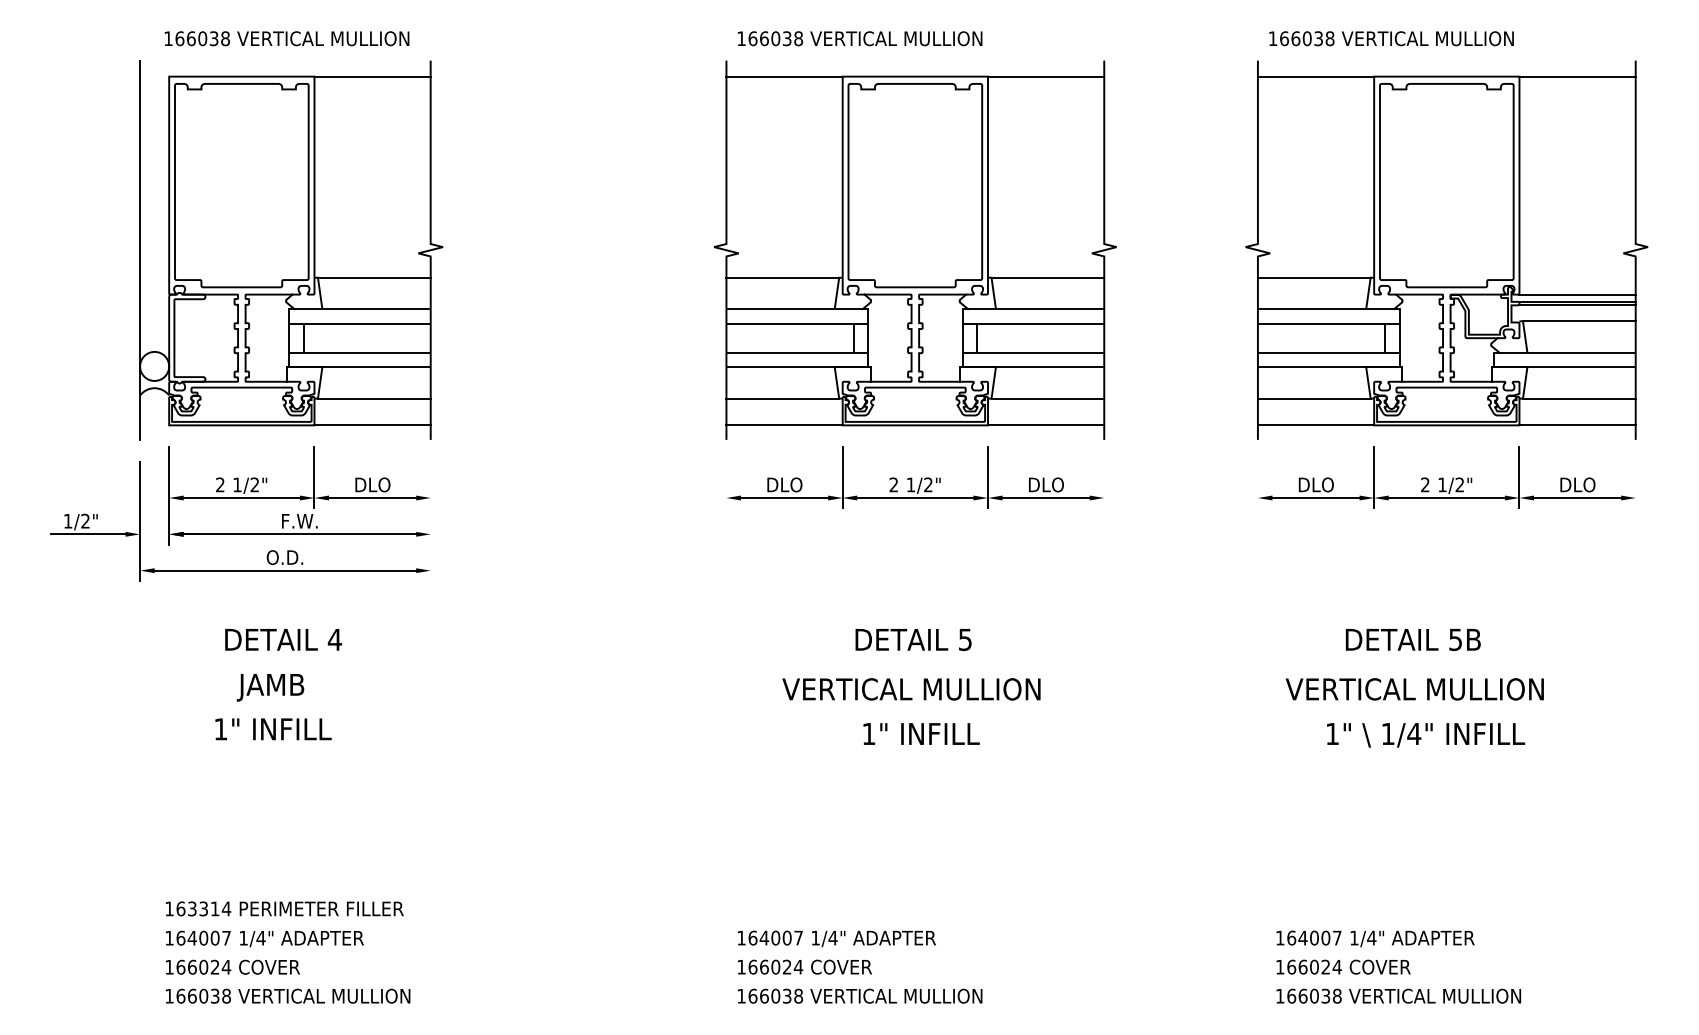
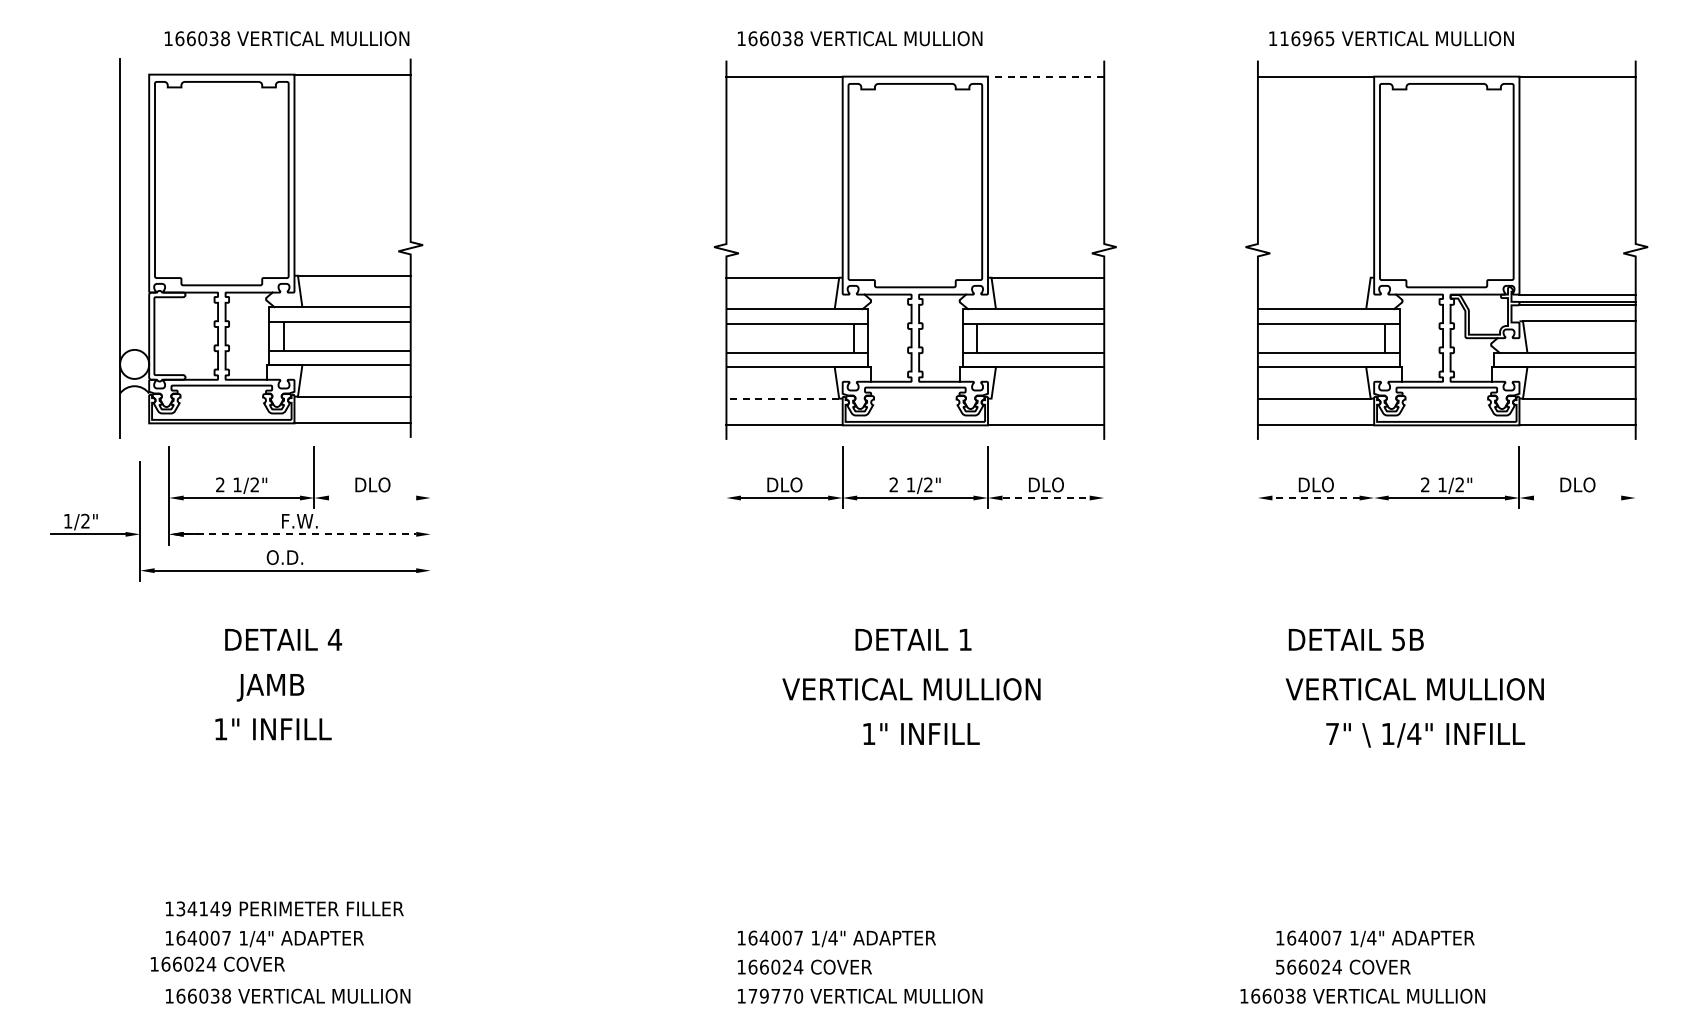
text at (1307, 38): 166038 -> 116965
line at (1045, 76): solid -> dashed
part at (291, 250) position: (291, 250) -> (271, 248)
line at (1313, 277): present -> none
line at (782, 398): solid -> dashed
line at (1047, 398): present -> none
line at (1374, 477): present -> none
line at (372, 498): present -> none
line at (1046, 498): solid -> dashed
line at (1316, 498): solid -> dashed
line at (1577, 498): present -> none
line at (300, 534): solid -> dashed
text at (1412, 639) position: (1412, 639) -> (1355, 639)
text at (965, 640): 5 -> 1
text at (1332, 733): 1" -> 7"
text at (203, 908): 163314 -> 134149
text at (232, 966) position: (232, 966) -> (217, 963)
text at (1280, 967): 166024 -> 566024
text at (775, 995): 166038 -> 179770
text at (1398, 995) position: (1398, 995) -> (1362, 995)
